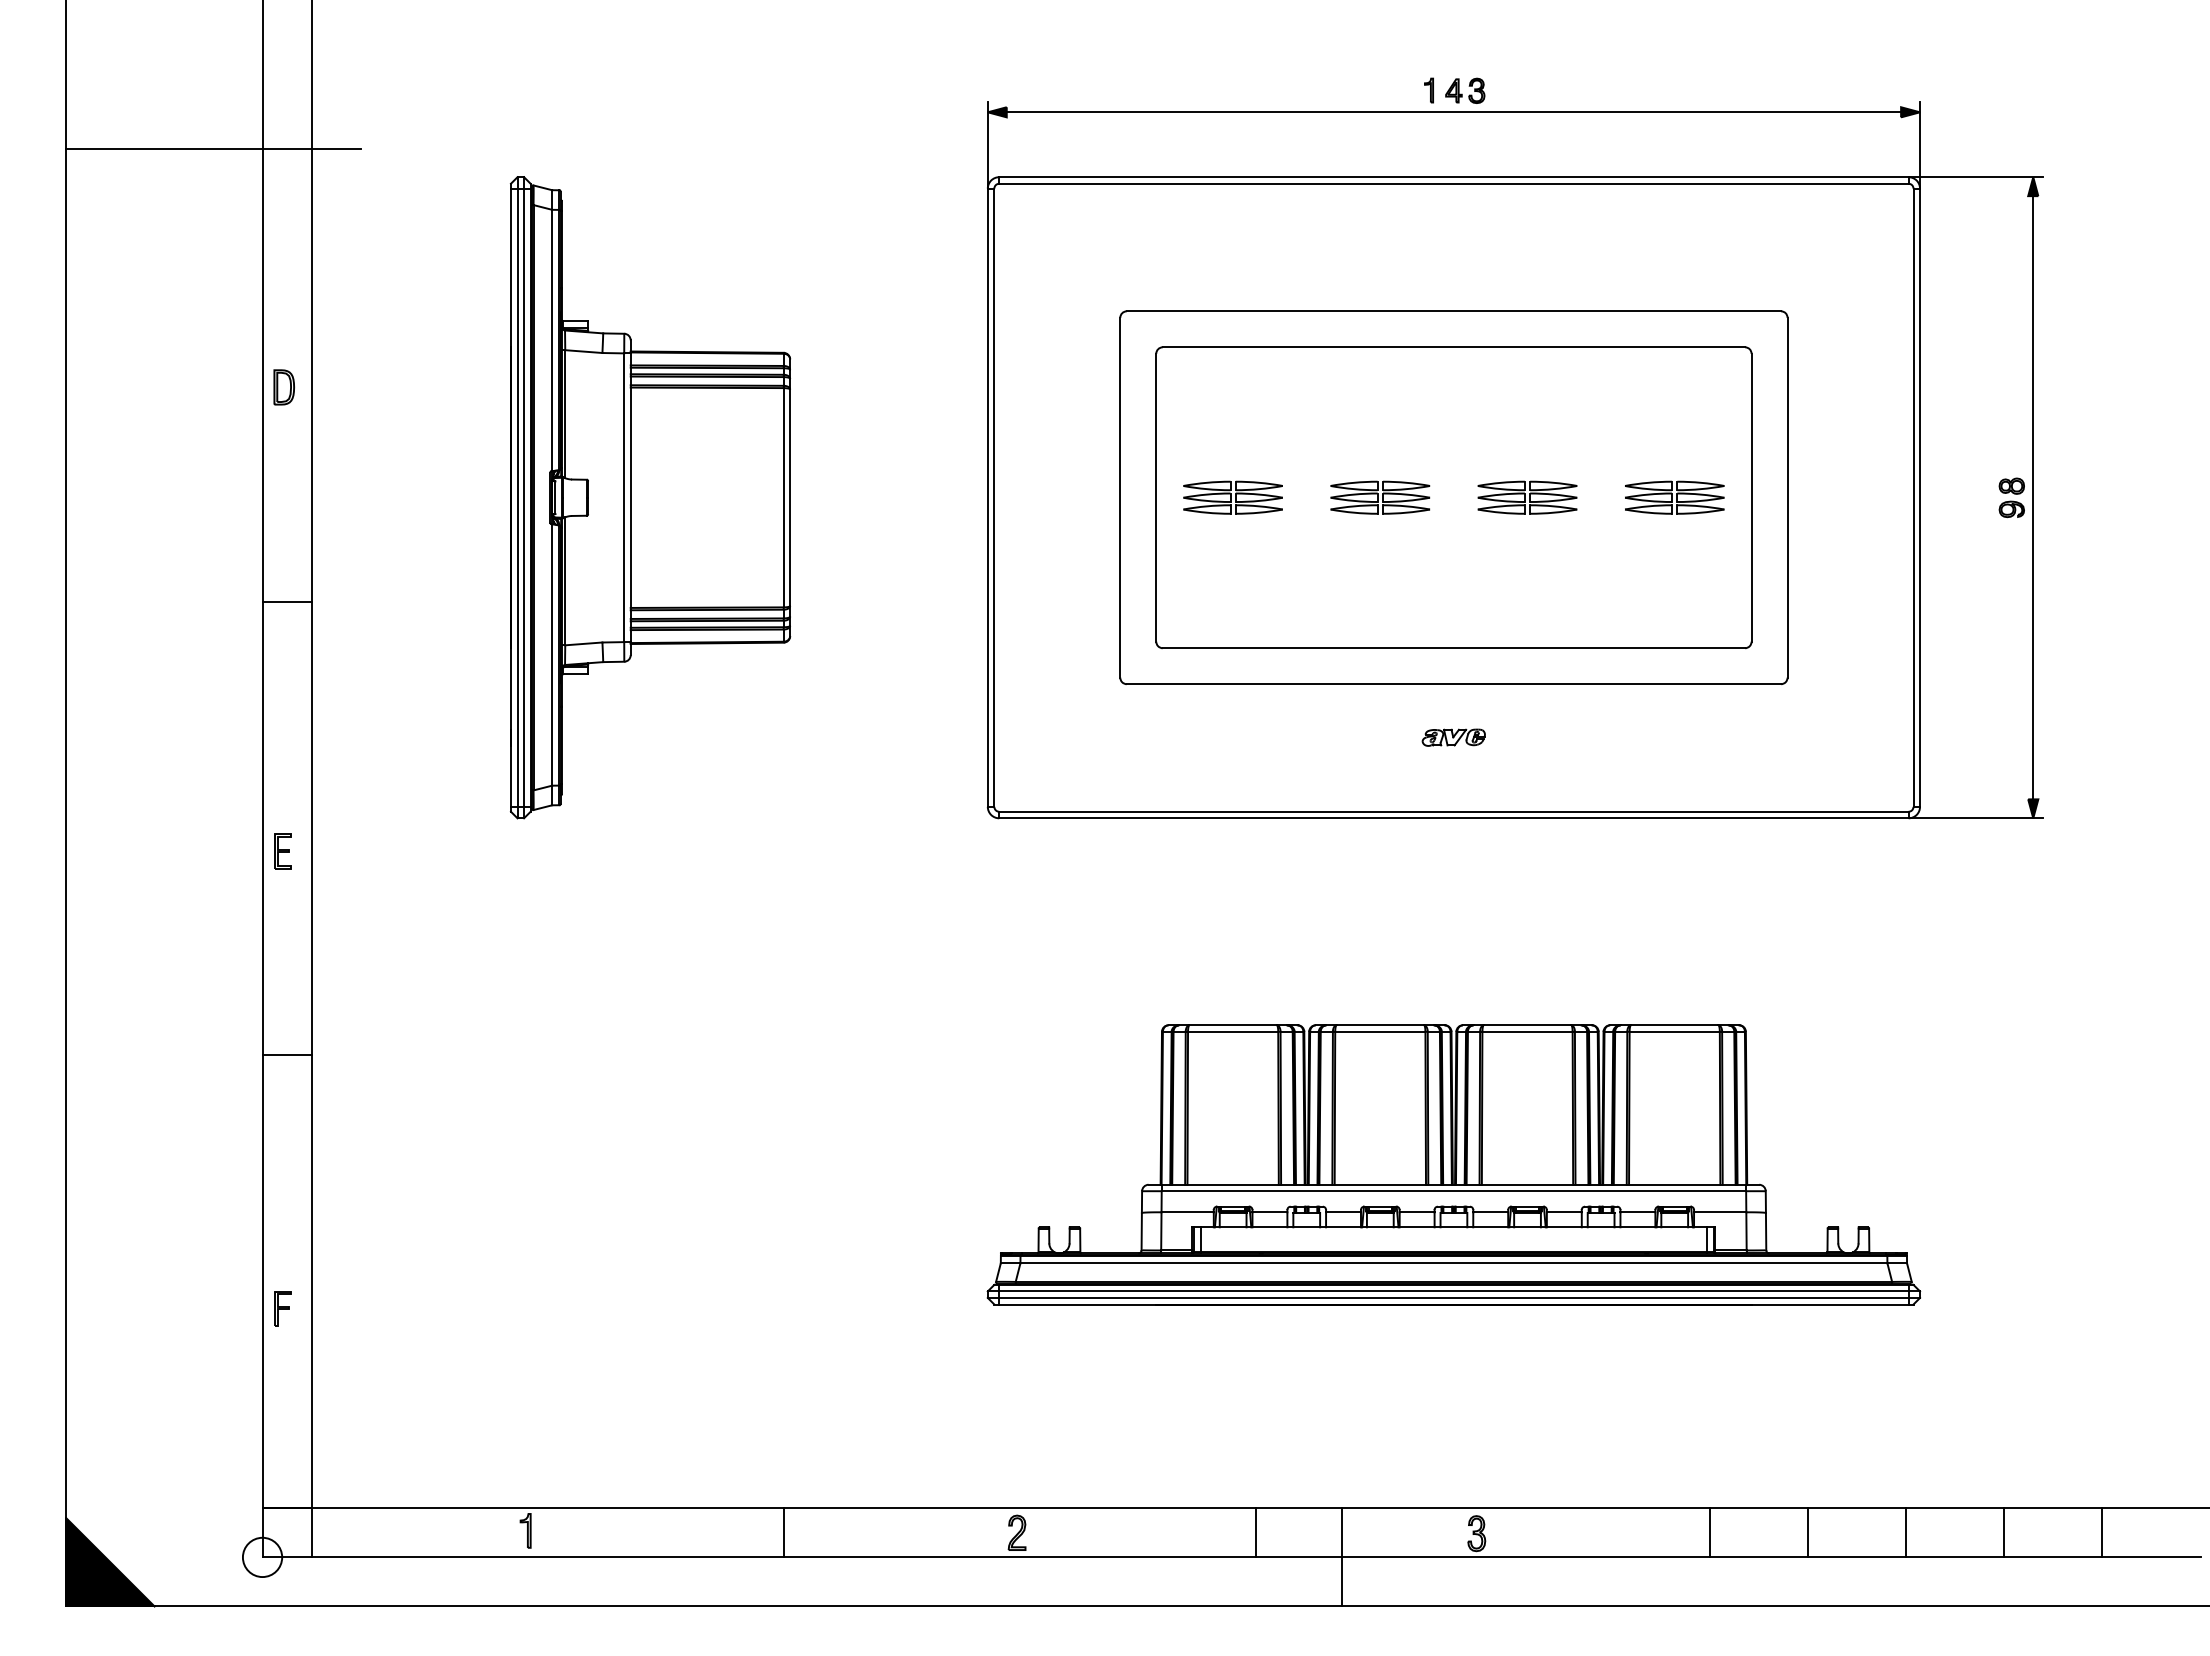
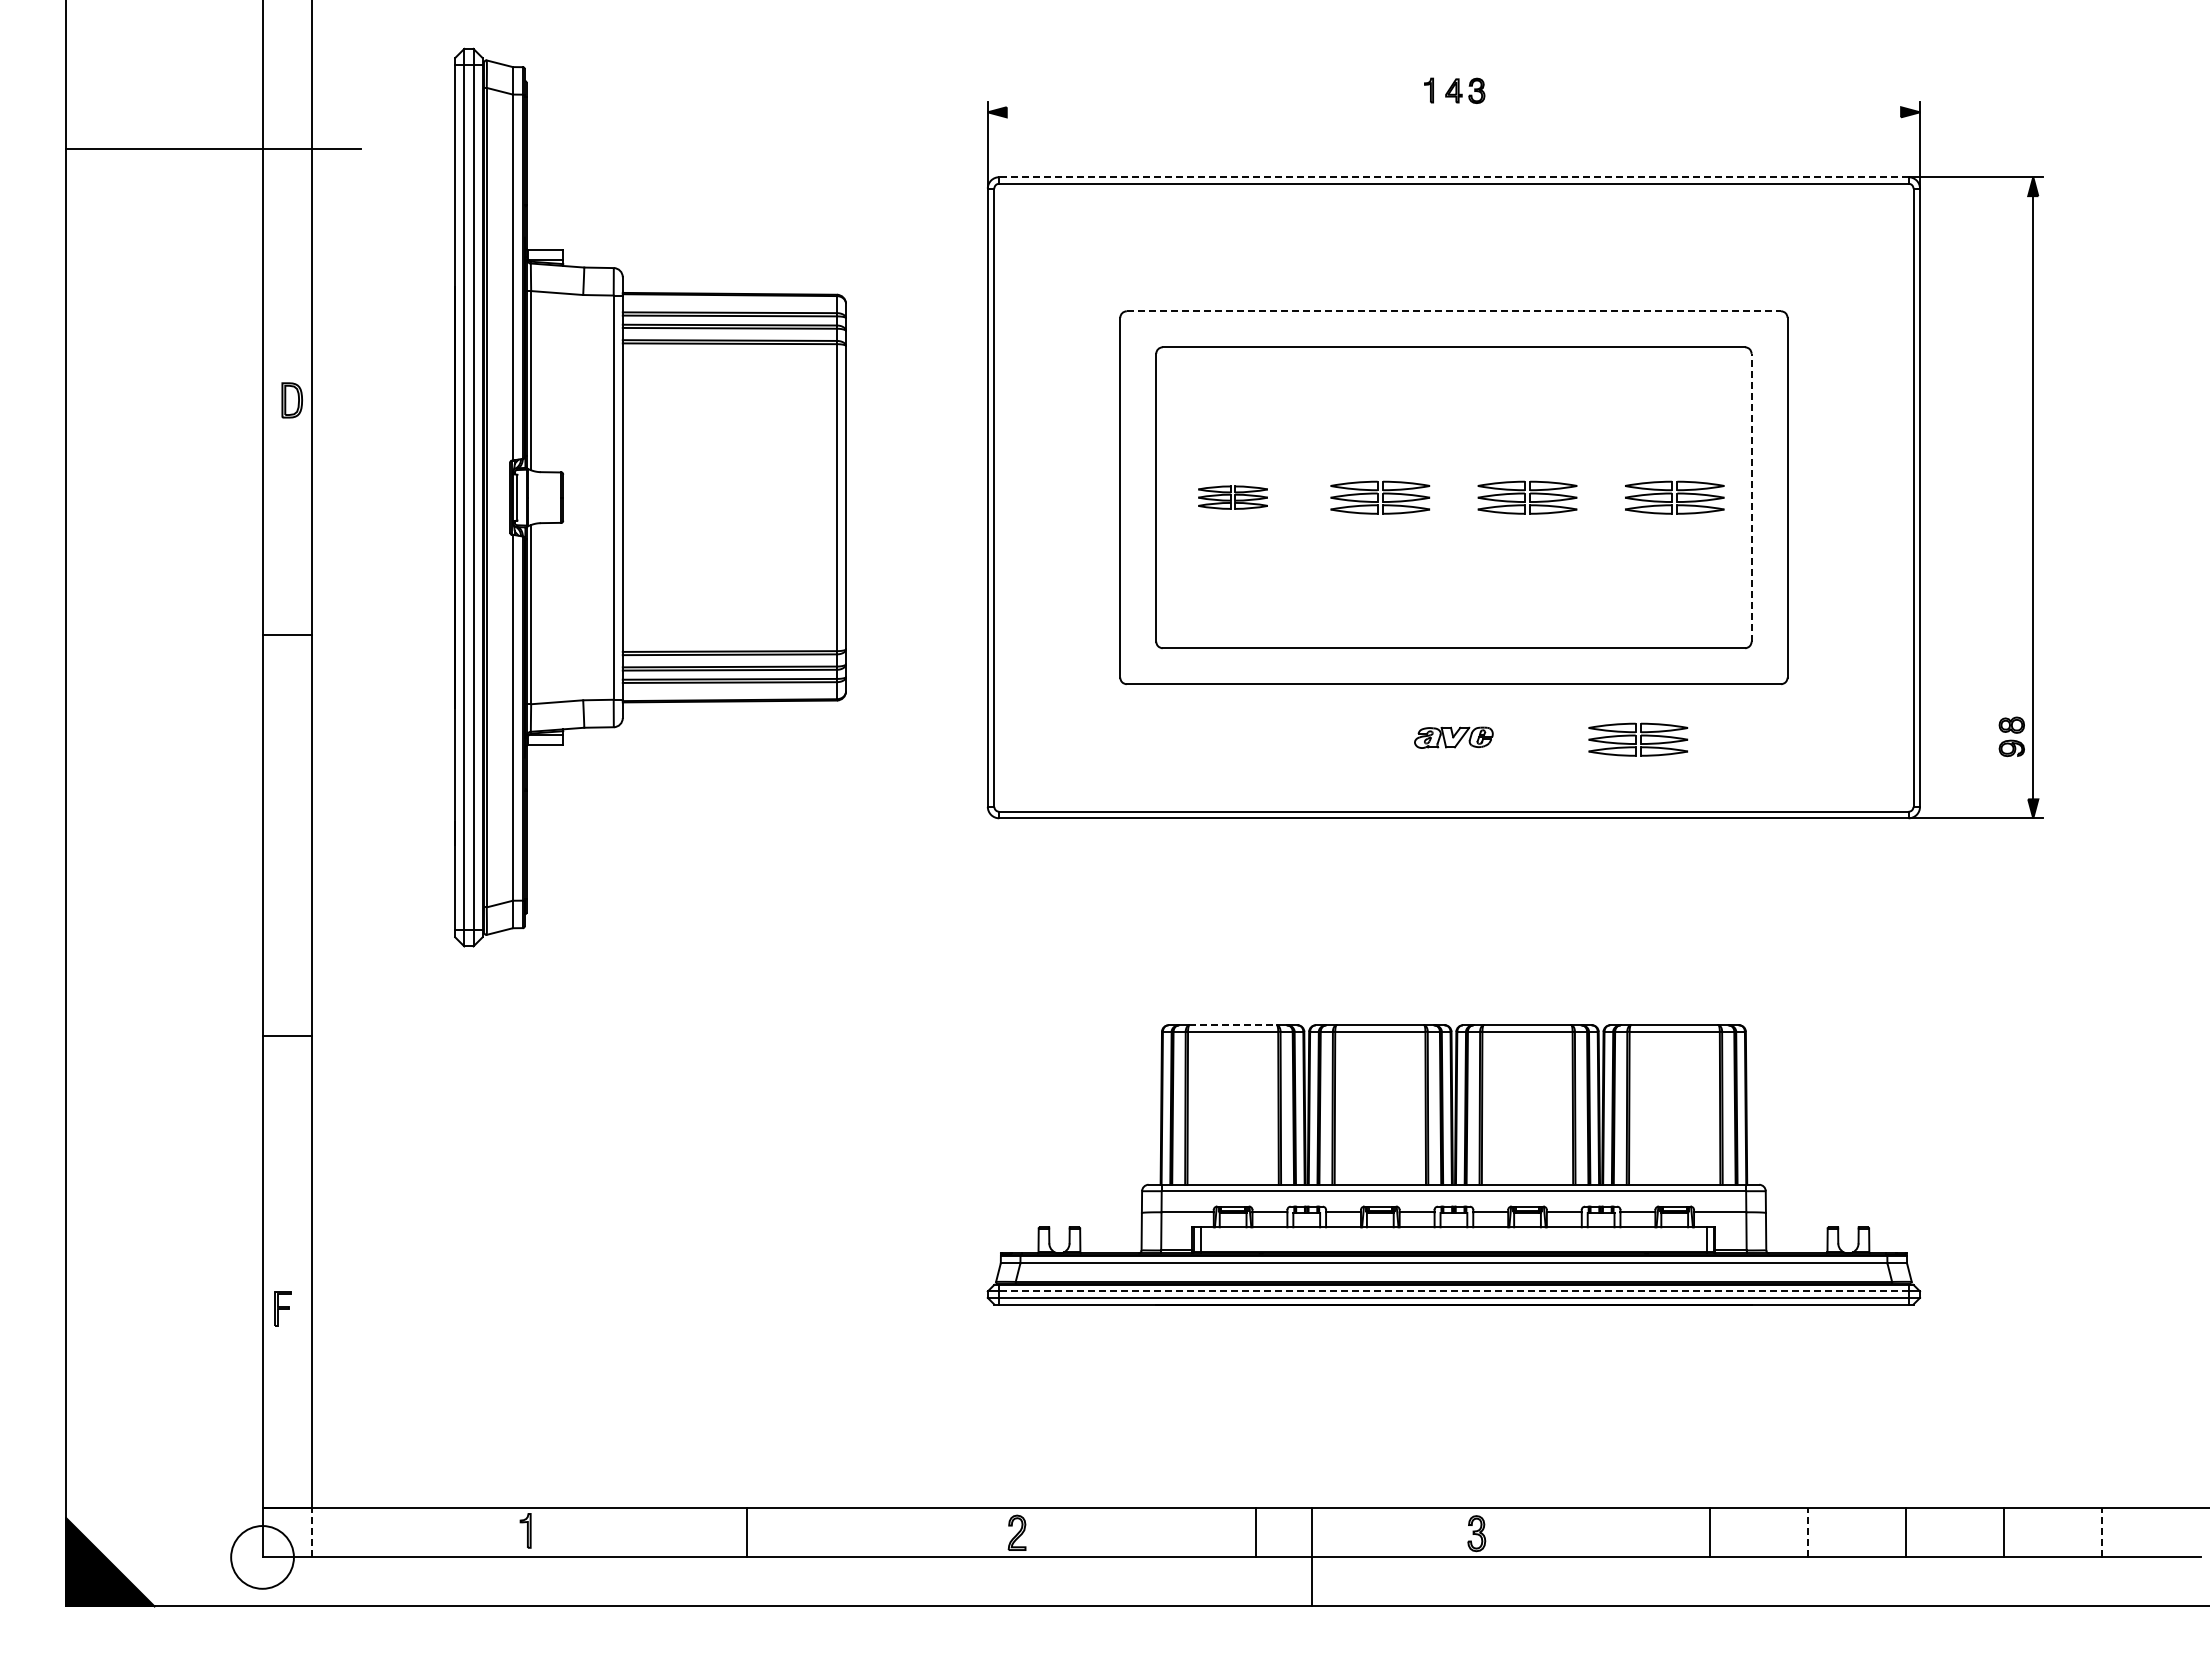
line at (1453, 112): present -> none
line at (1453, 177): solid -> dashed
line at (1454, 311): solid -> dashed
part at (283, 387) position: (283, 387) -> (291, 400)
part at (650, 497) size: 283x644 px -> 393x901 px
part at (1232, 497) size: 100x35 px -> 70x25 px
line at (1751, 497): solid -> dashed
part at (2011, 497) position: (2011, 497) -> (2011, 736)
line at (286, 602) position: (286, 602) -> (286, 635)
part at (1453, 737) size: 65x19 px -> 80x23 px
part at (1638, 739): none -> present
part at (282, 851): present -> none
line at (1233, 1025): solid -> dashed
line at (286, 1055) position: (286, 1055) -> (286, 1036)
line at (1453, 1291): solid -> dashed
line at (311, 1532): solid -> dashed
line at (783, 1532) position: (783, 1532) -> (746, 1532)
line at (1808, 1532): solid -> dashed
line at (2102, 1532): solid -> dashed
circle at (262, 1557) diameter: 39 px -> 63 px
line at (1341, 1557) position: (1341, 1557) -> (1311, 1557)
